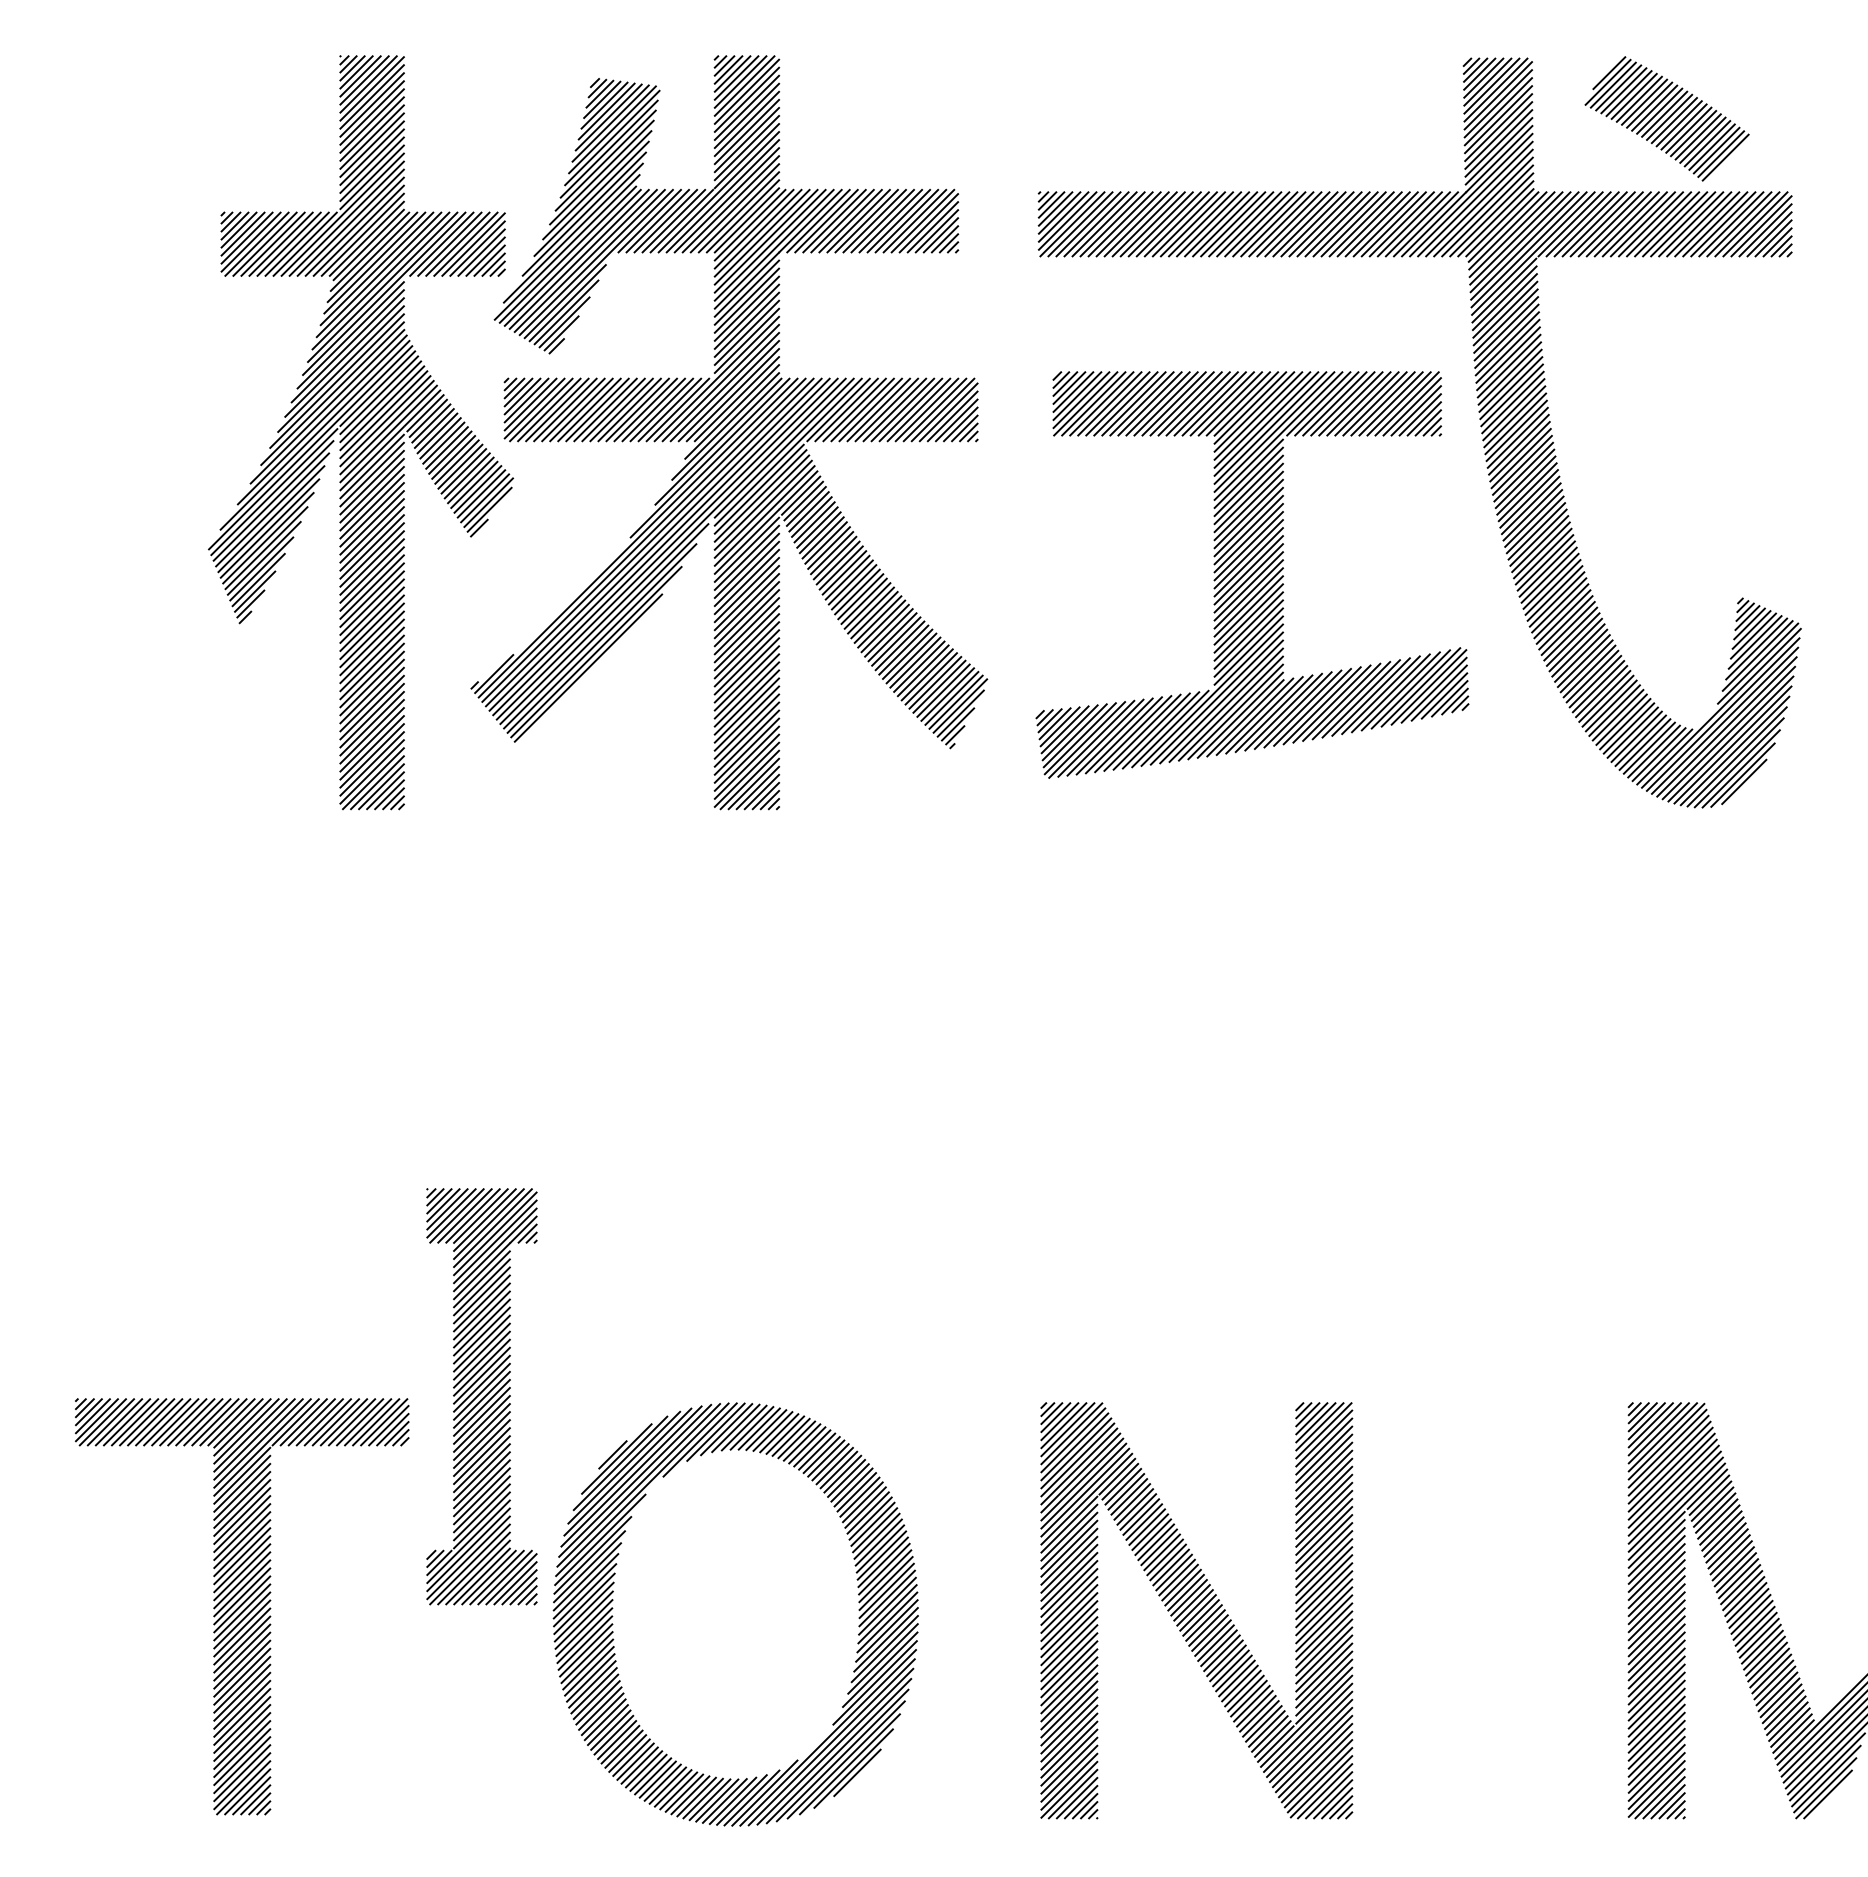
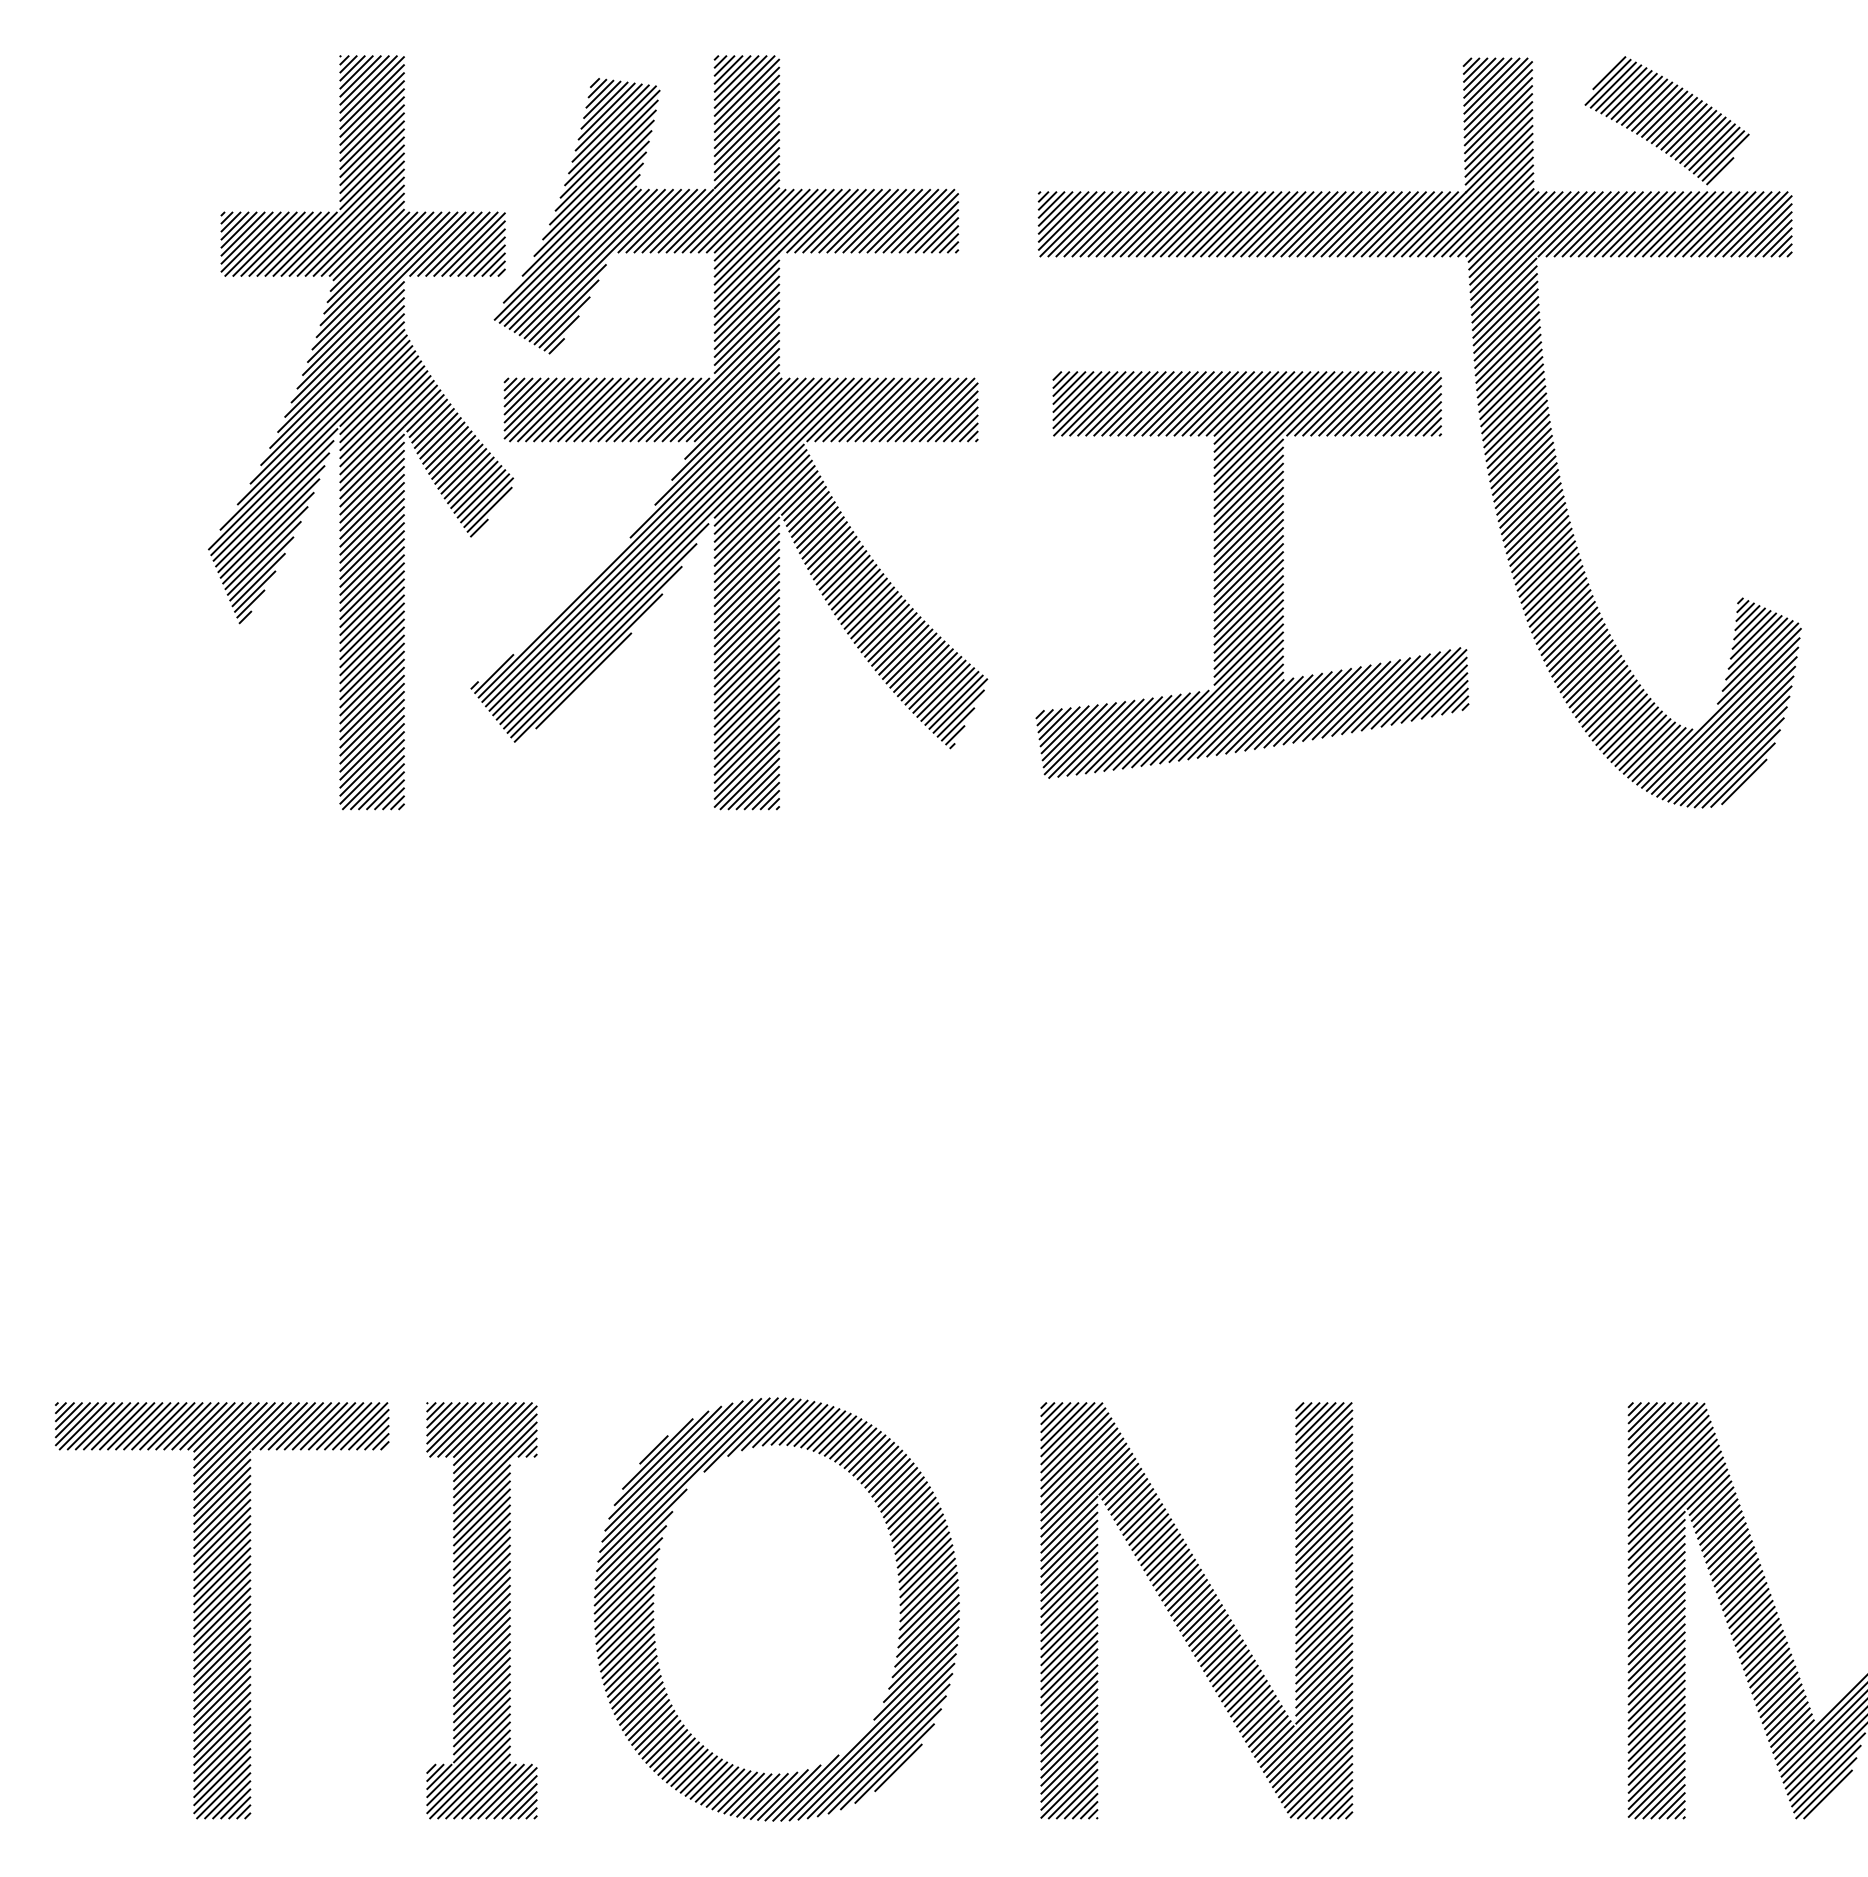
line at (1720, 171): none -> present
line at (583, 680): none -> present
part at (481, 1396) position: (481, 1396) -> (481, 1610)
part at (241, 1606) position: (241, 1606) -> (221, 1610)
part at (613, 1616) position: (613, 1616) -> (654, 1611)
